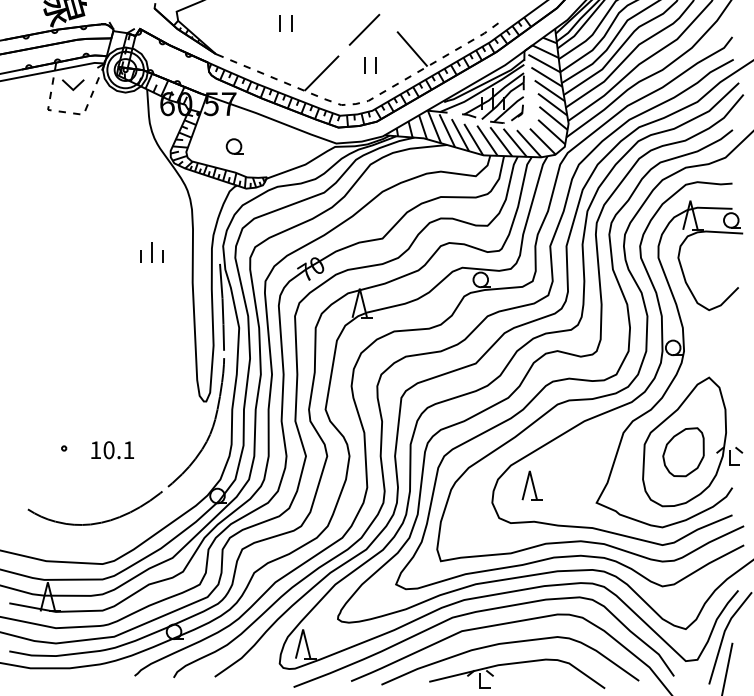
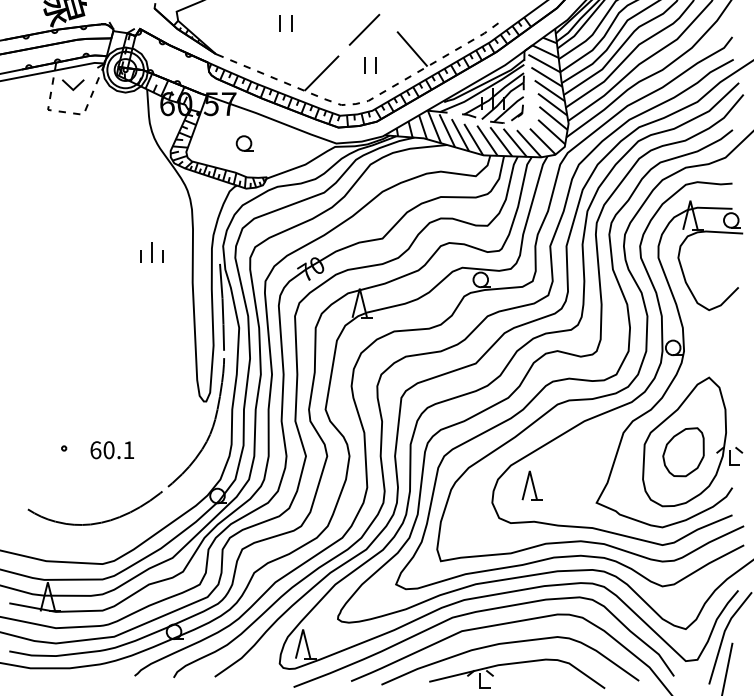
part at (234, 146) position: (234, 146) -> (244, 143)
text at (95, 450): 10.1 -> 60.1
